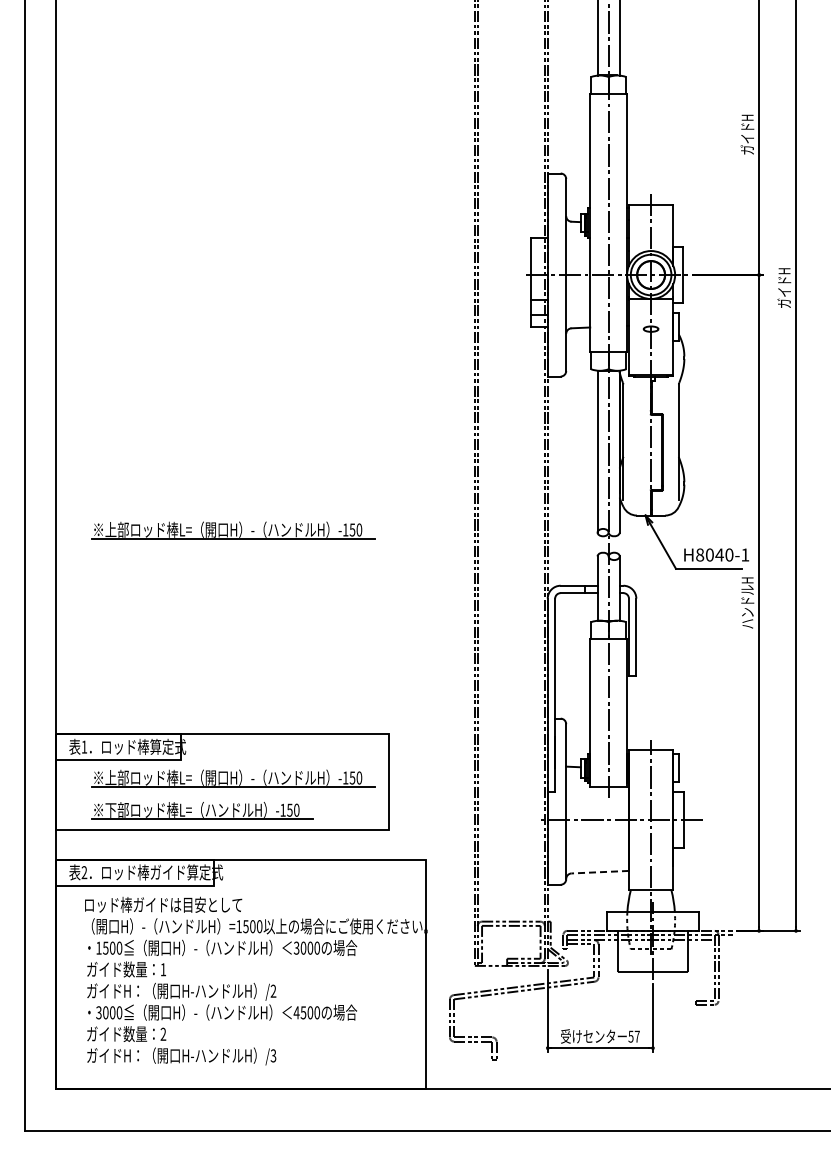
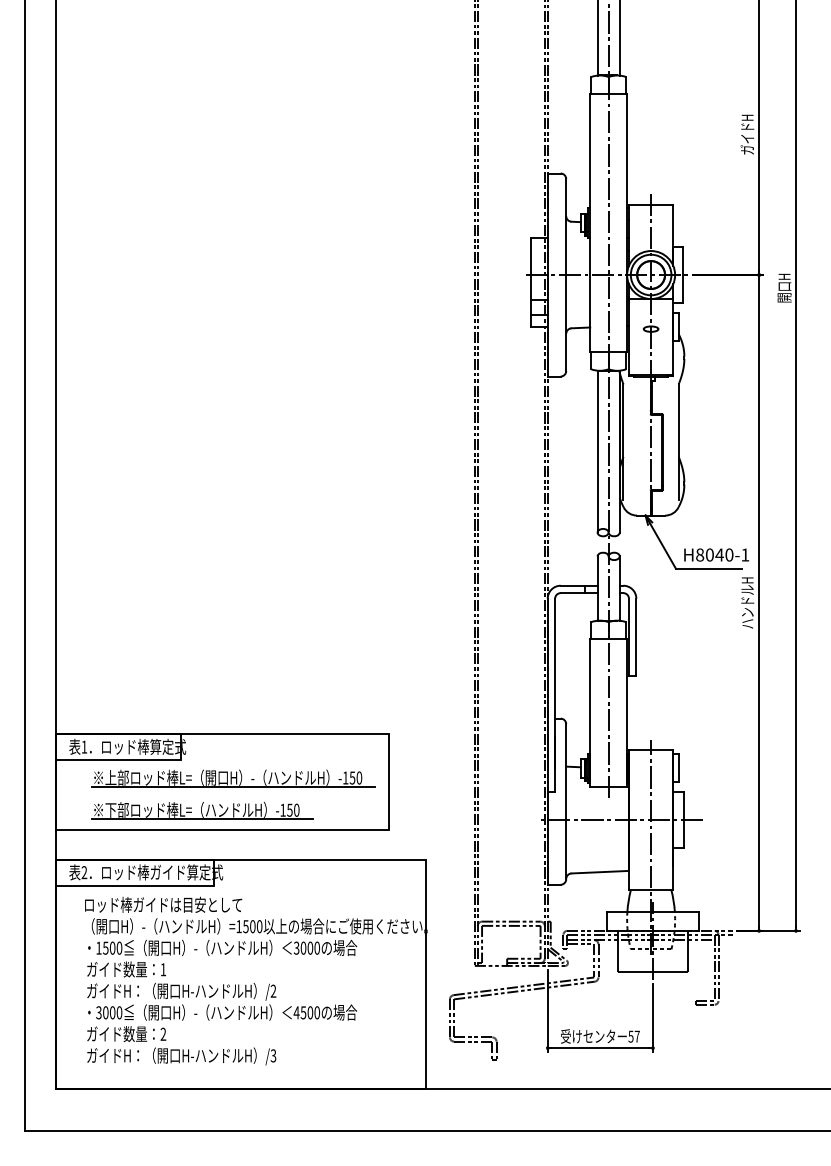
text at (784, 287): ガイドH -> 開口H
part at (233, 530): present -> none
line at (600, 872): dashed -> solid
